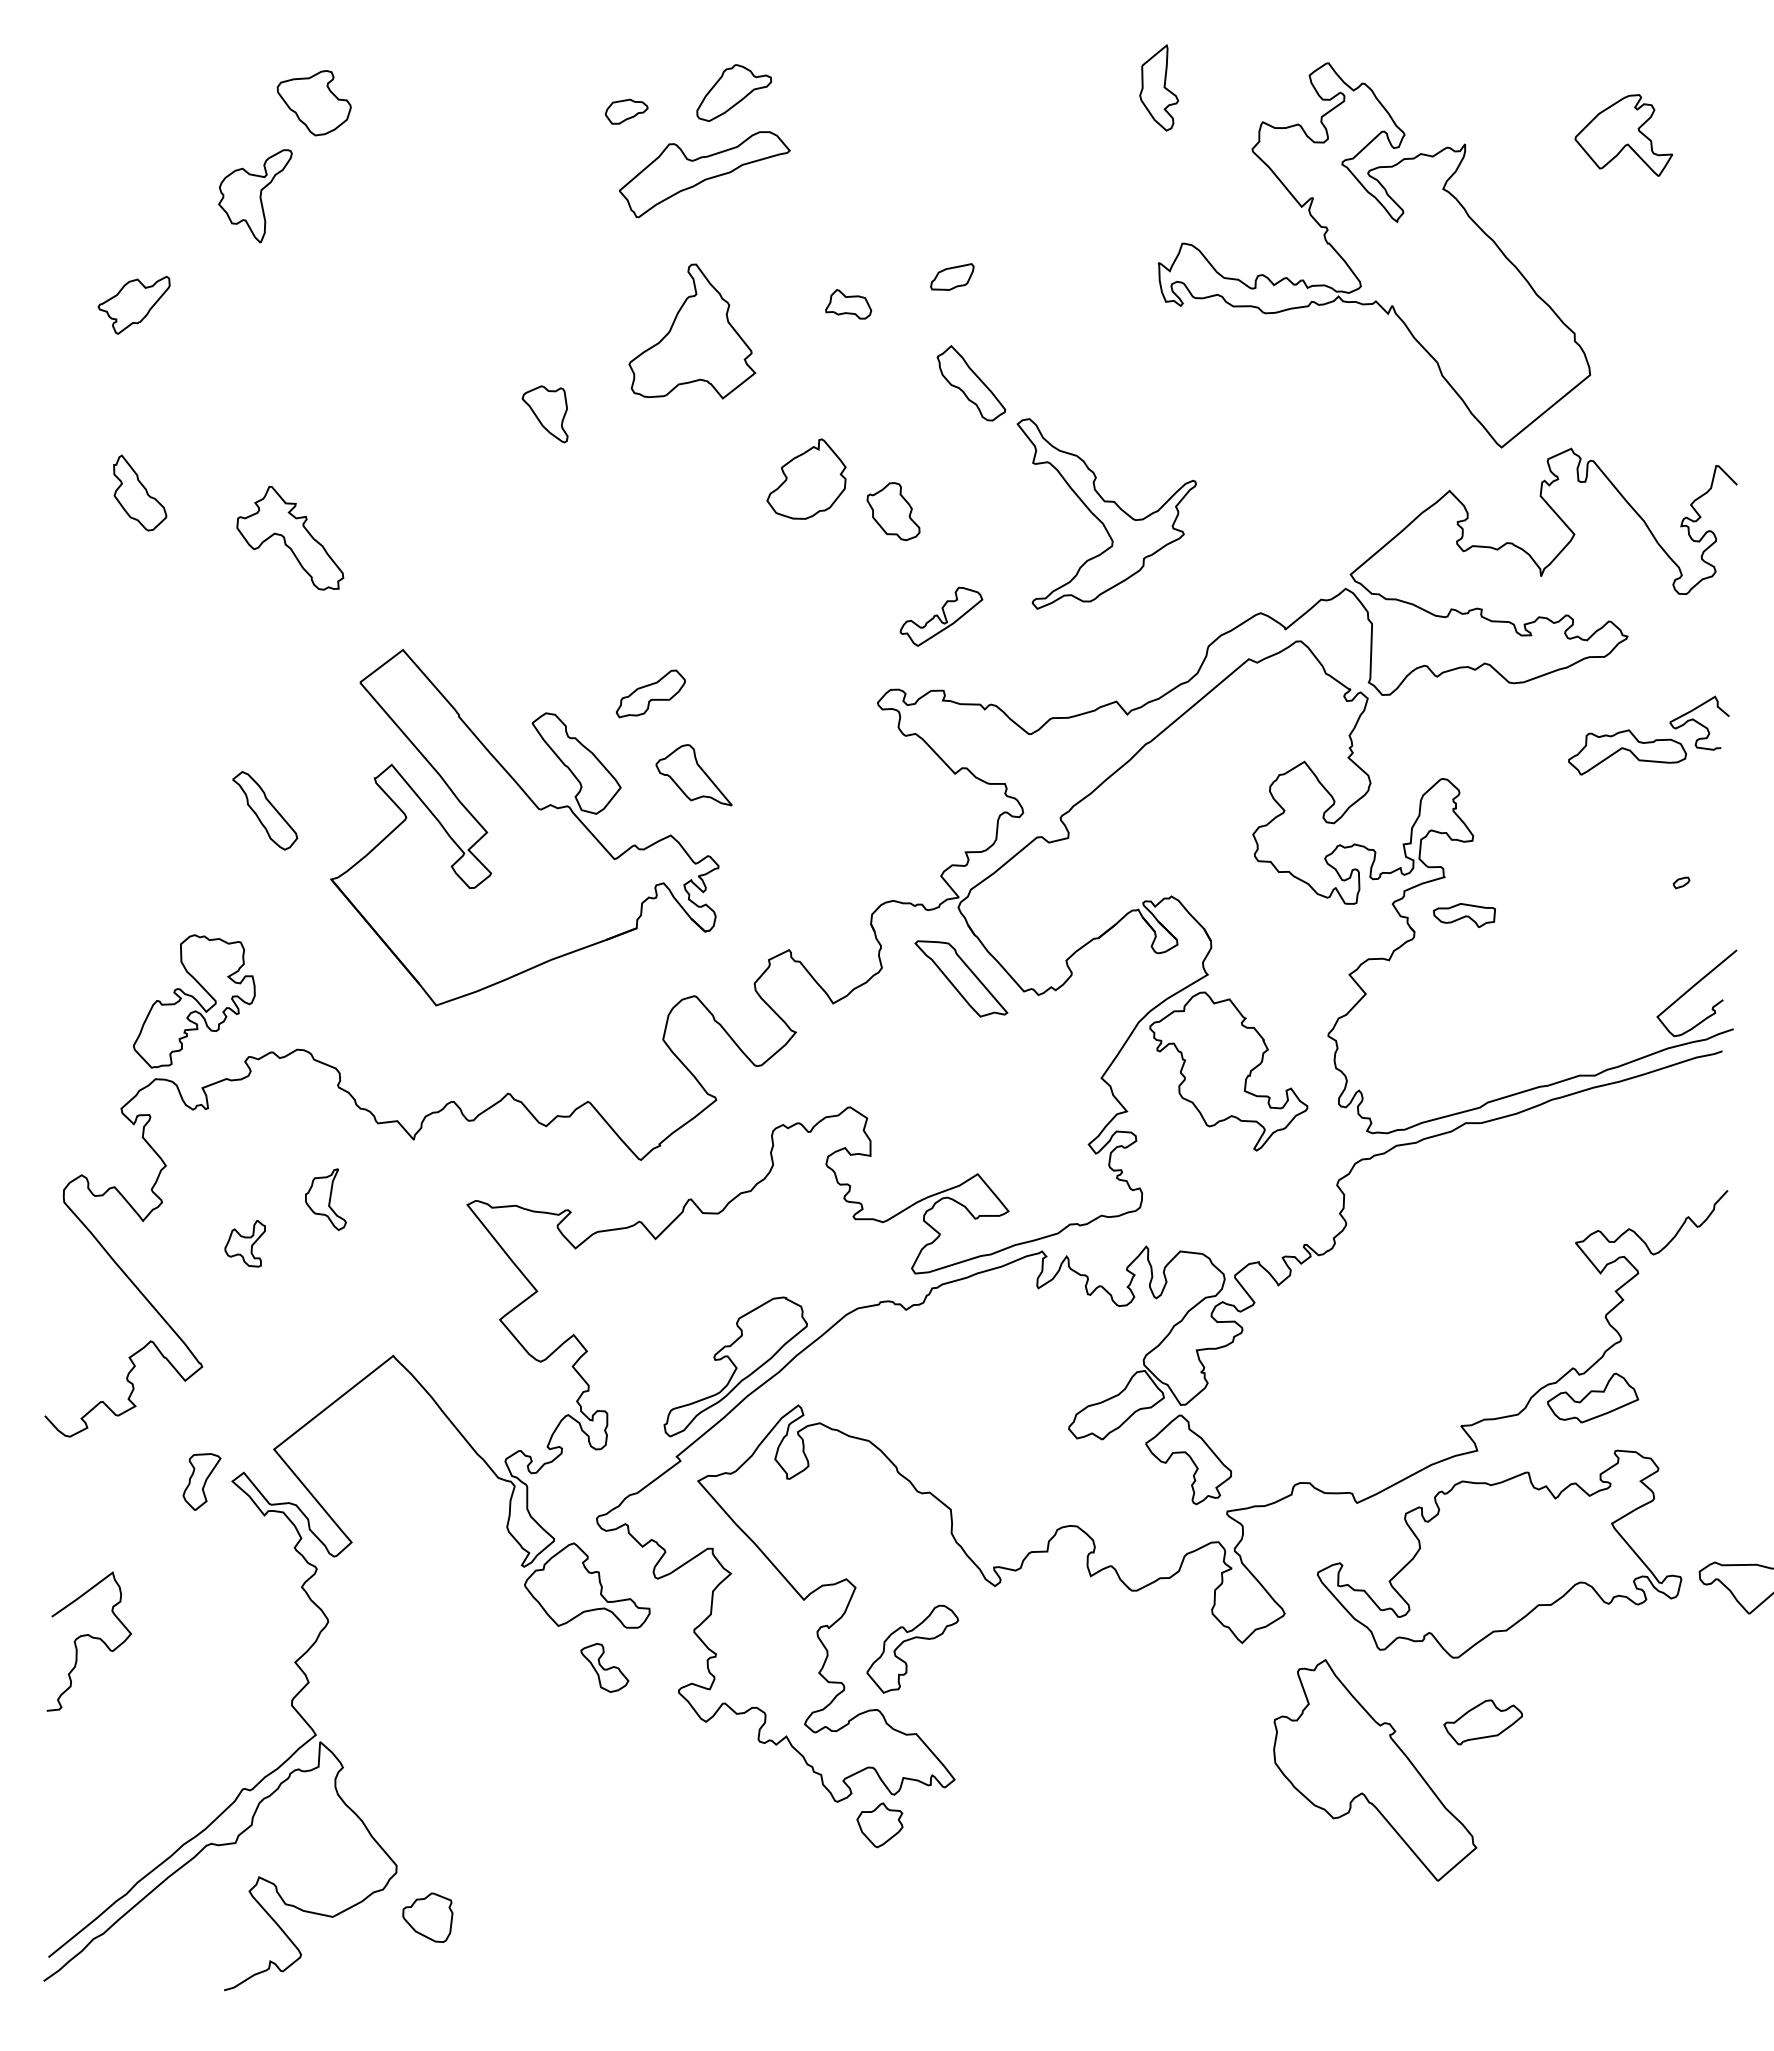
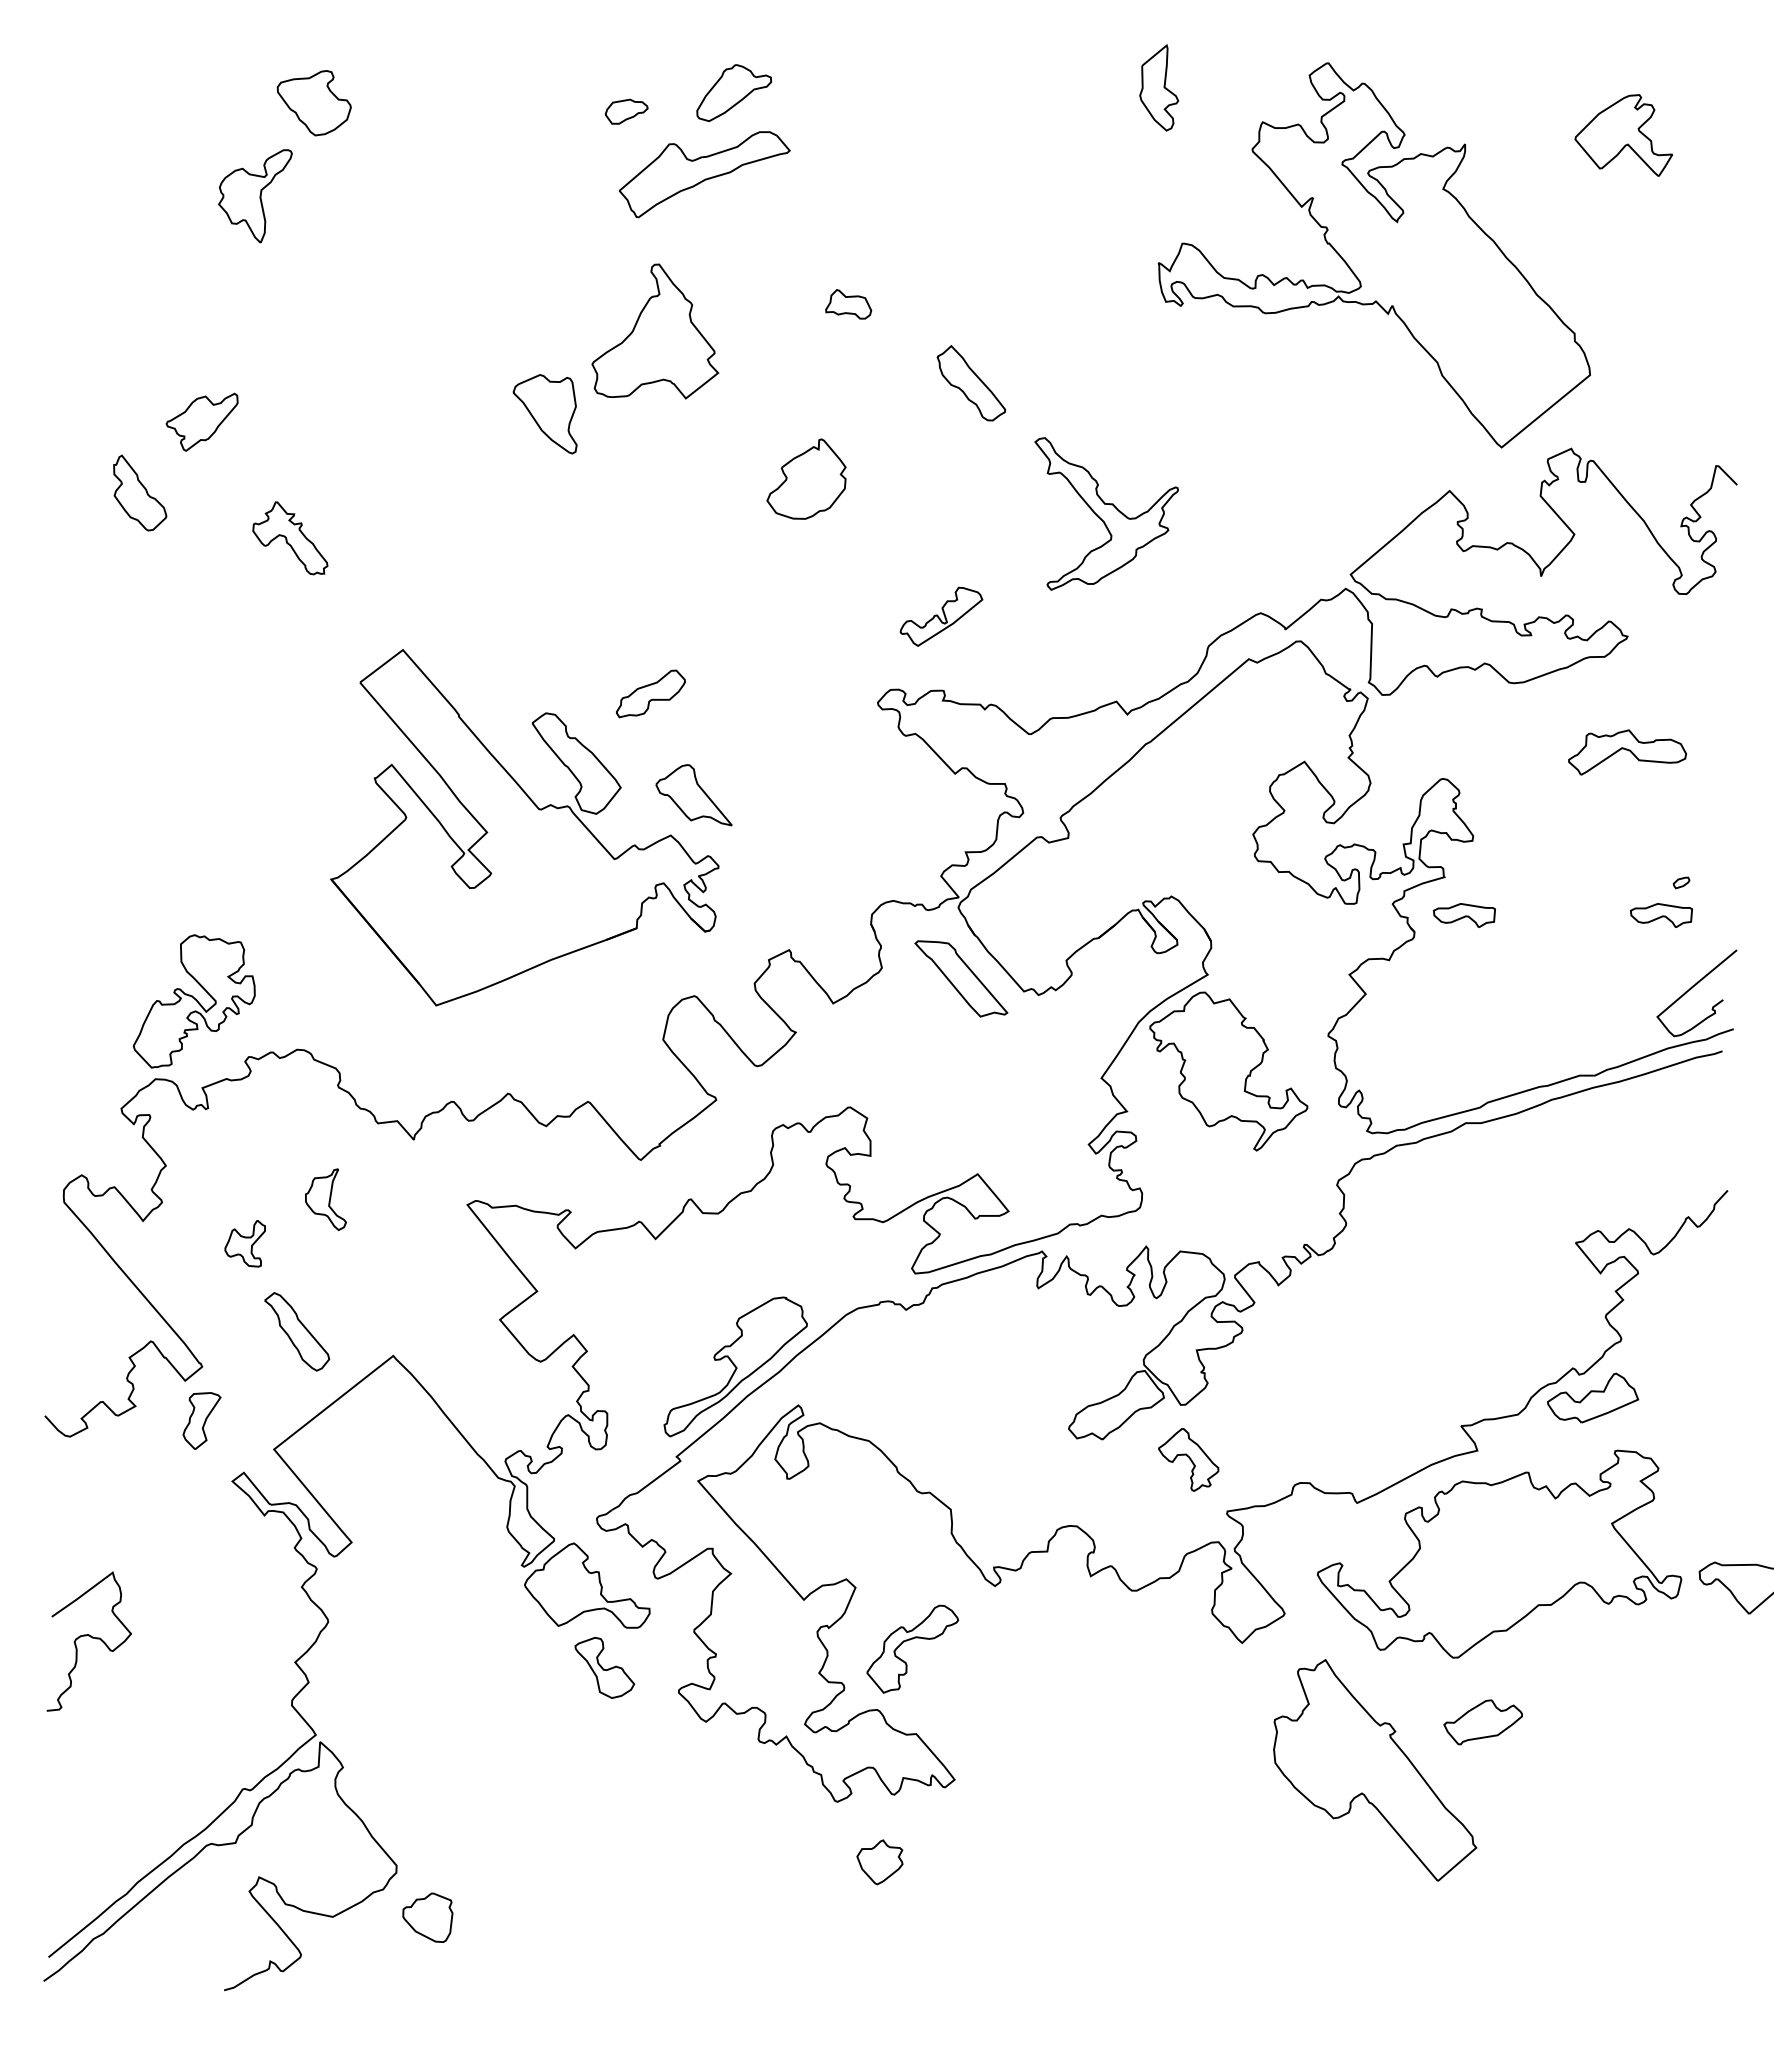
part at (952, 276): present -> none
part at (133, 304) position: (133, 304) -> (201, 421)
part at (692, 331) position: (692, 331) -> (655, 331)
part at (544, 414) size: 48x59 px -> 66x81 px
part at (893, 511): present -> none
part at (1106, 513) size: 181x192 px -> 145x154 px
part at (290, 538) size: 109x105 px -> 77x75 px
part at (1699, 722): present -> none
part at (693, 775) position: (693, 775) -> (693, 795)
part at (265, 810) position: (265, 810) -> (297, 1331)
part at (1661, 915): none -> present
part at (1188, 1459) size: 87x92 px -> 62x64 px
part at (201, 1481) position: (201, 1481) -> (201, 1420)
part at (604, 1667) size: 50x50 px -> 62x63 px
part at (879, 1825) position: (879, 1825) -> (879, 1862)
